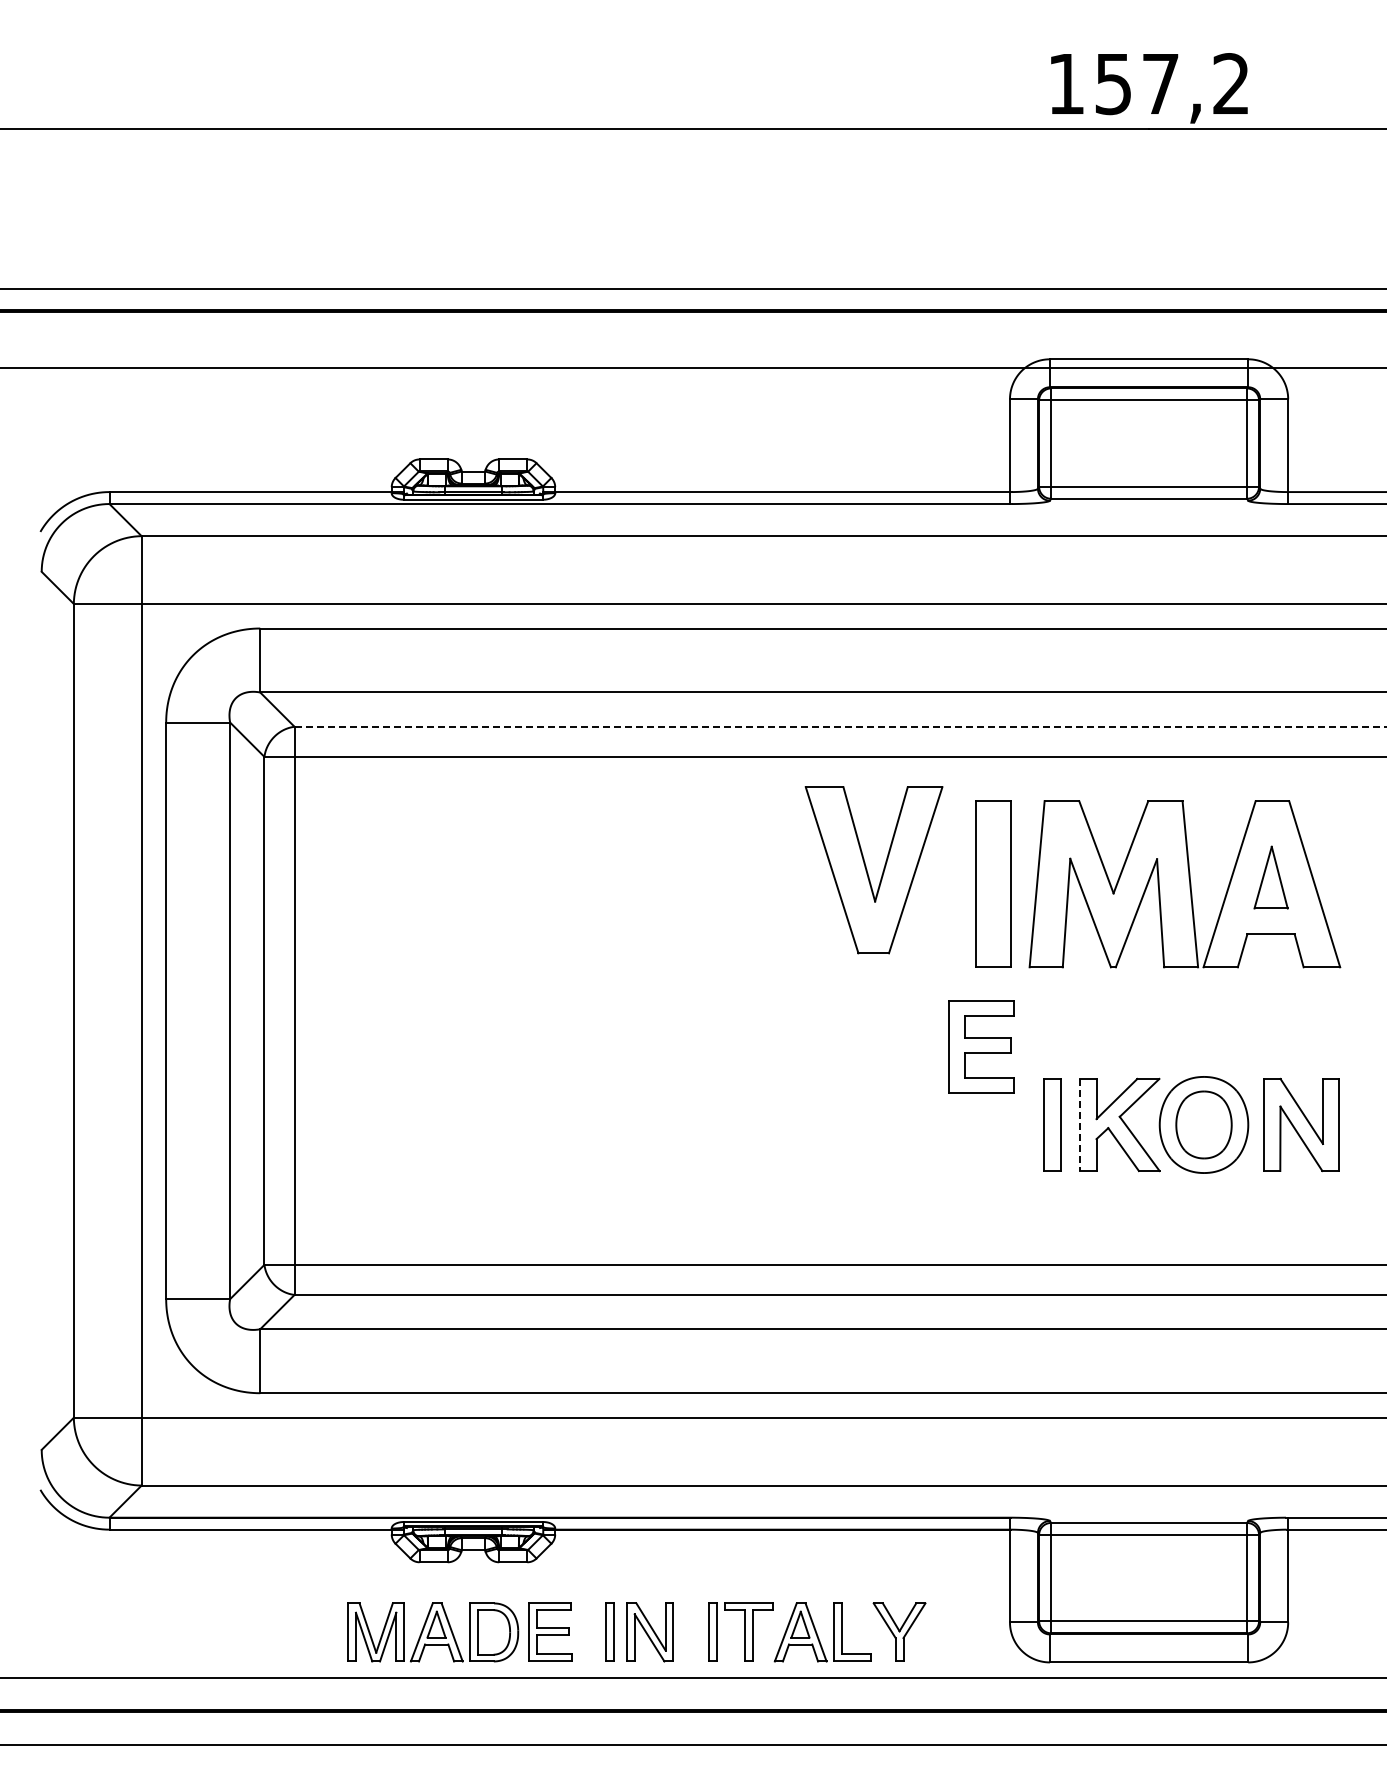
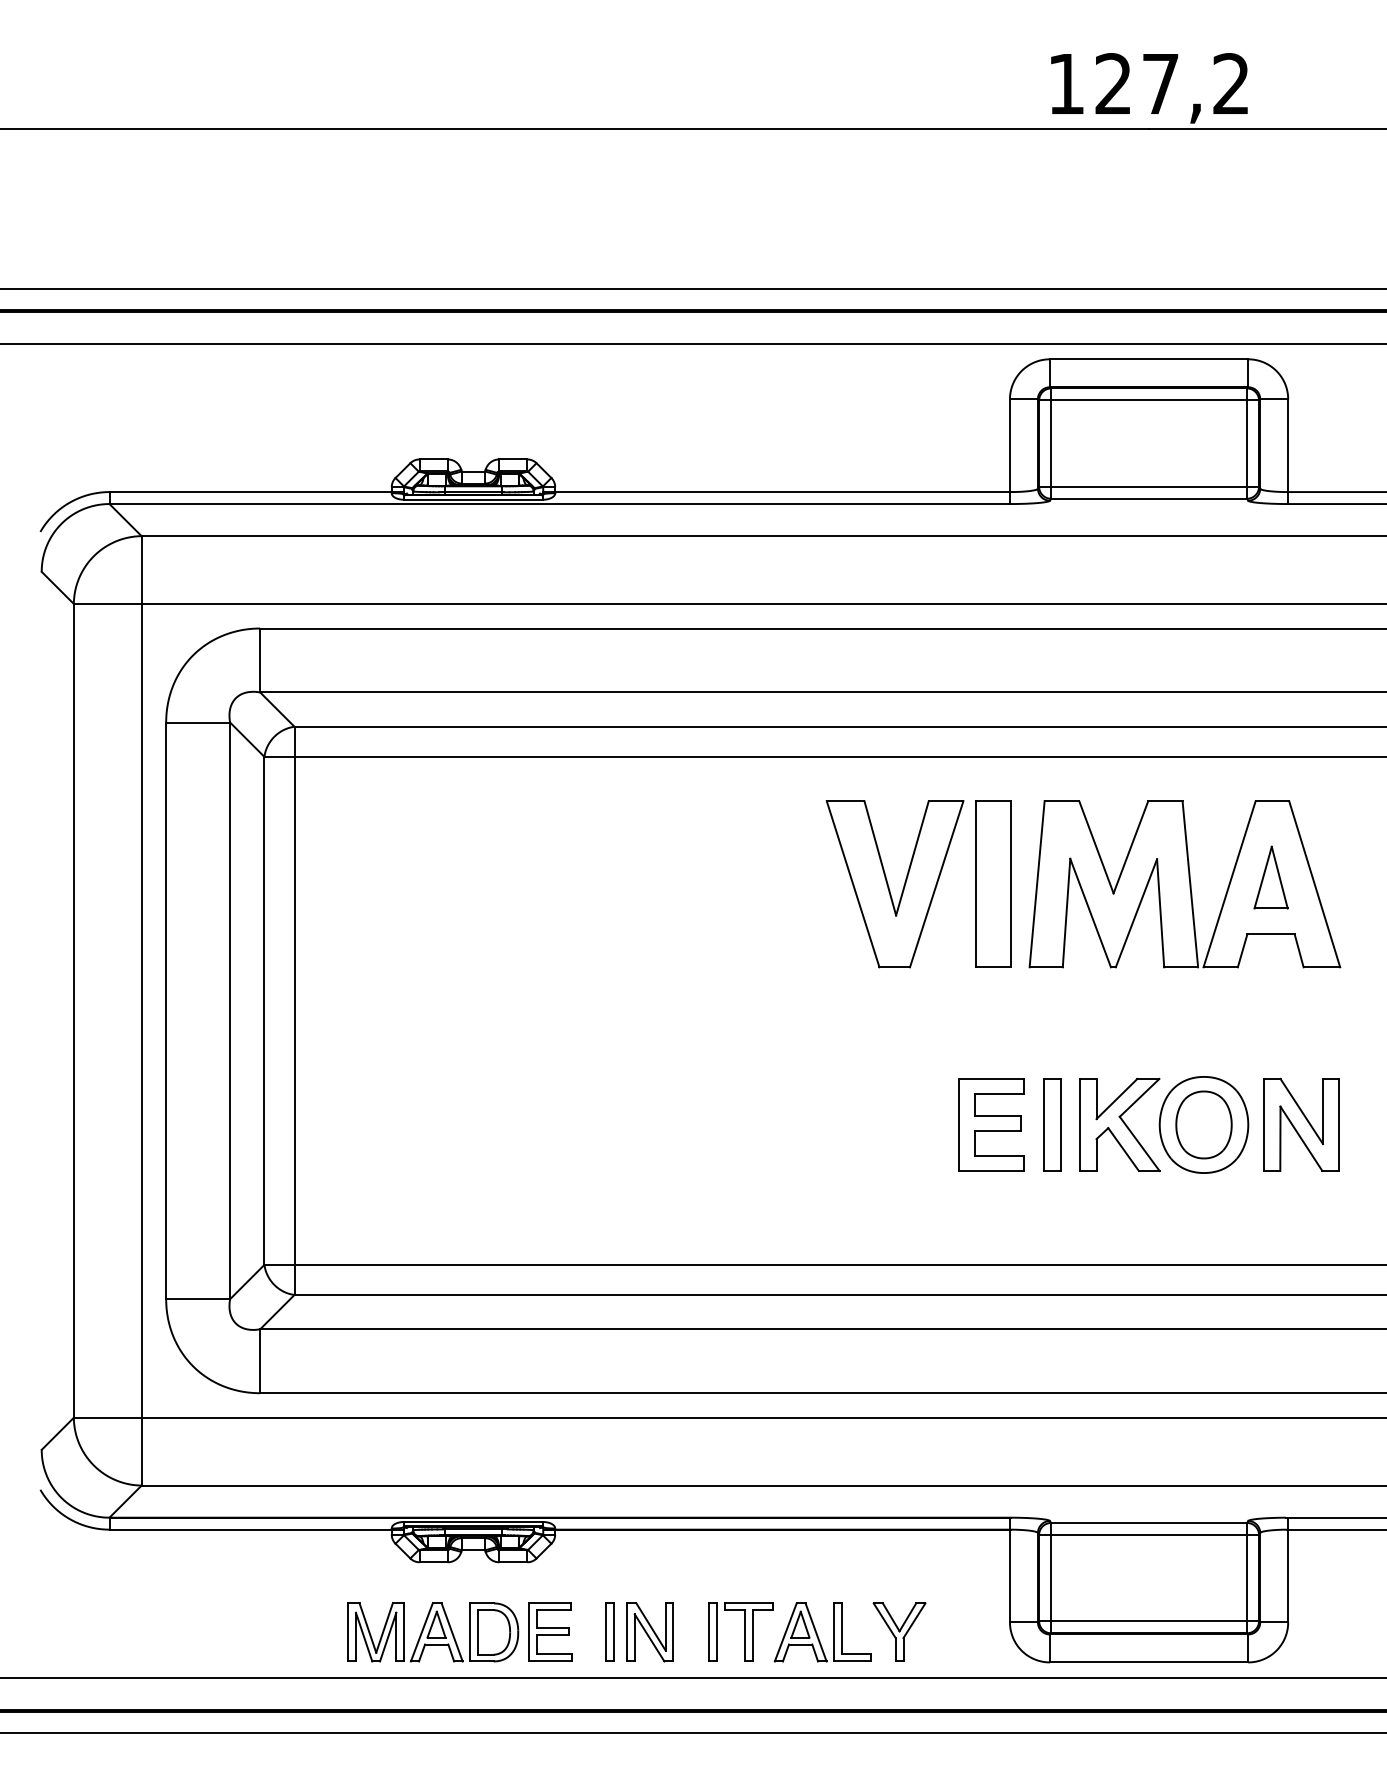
text at (1112, 84): 157,2 -> 127,2
line at (692, 368) position: (692, 368) -> (692, 344)
line at (841, 726): dashed -> solid
part at (873, 870) position: (873, 870) -> (894, 884)
part at (981, 1046) position: (981, 1046) -> (991, 1124)
line at (1080, 1125): dashed -> solid
line at (692, 1744) position: (692, 1744) -> (692, 1732)
